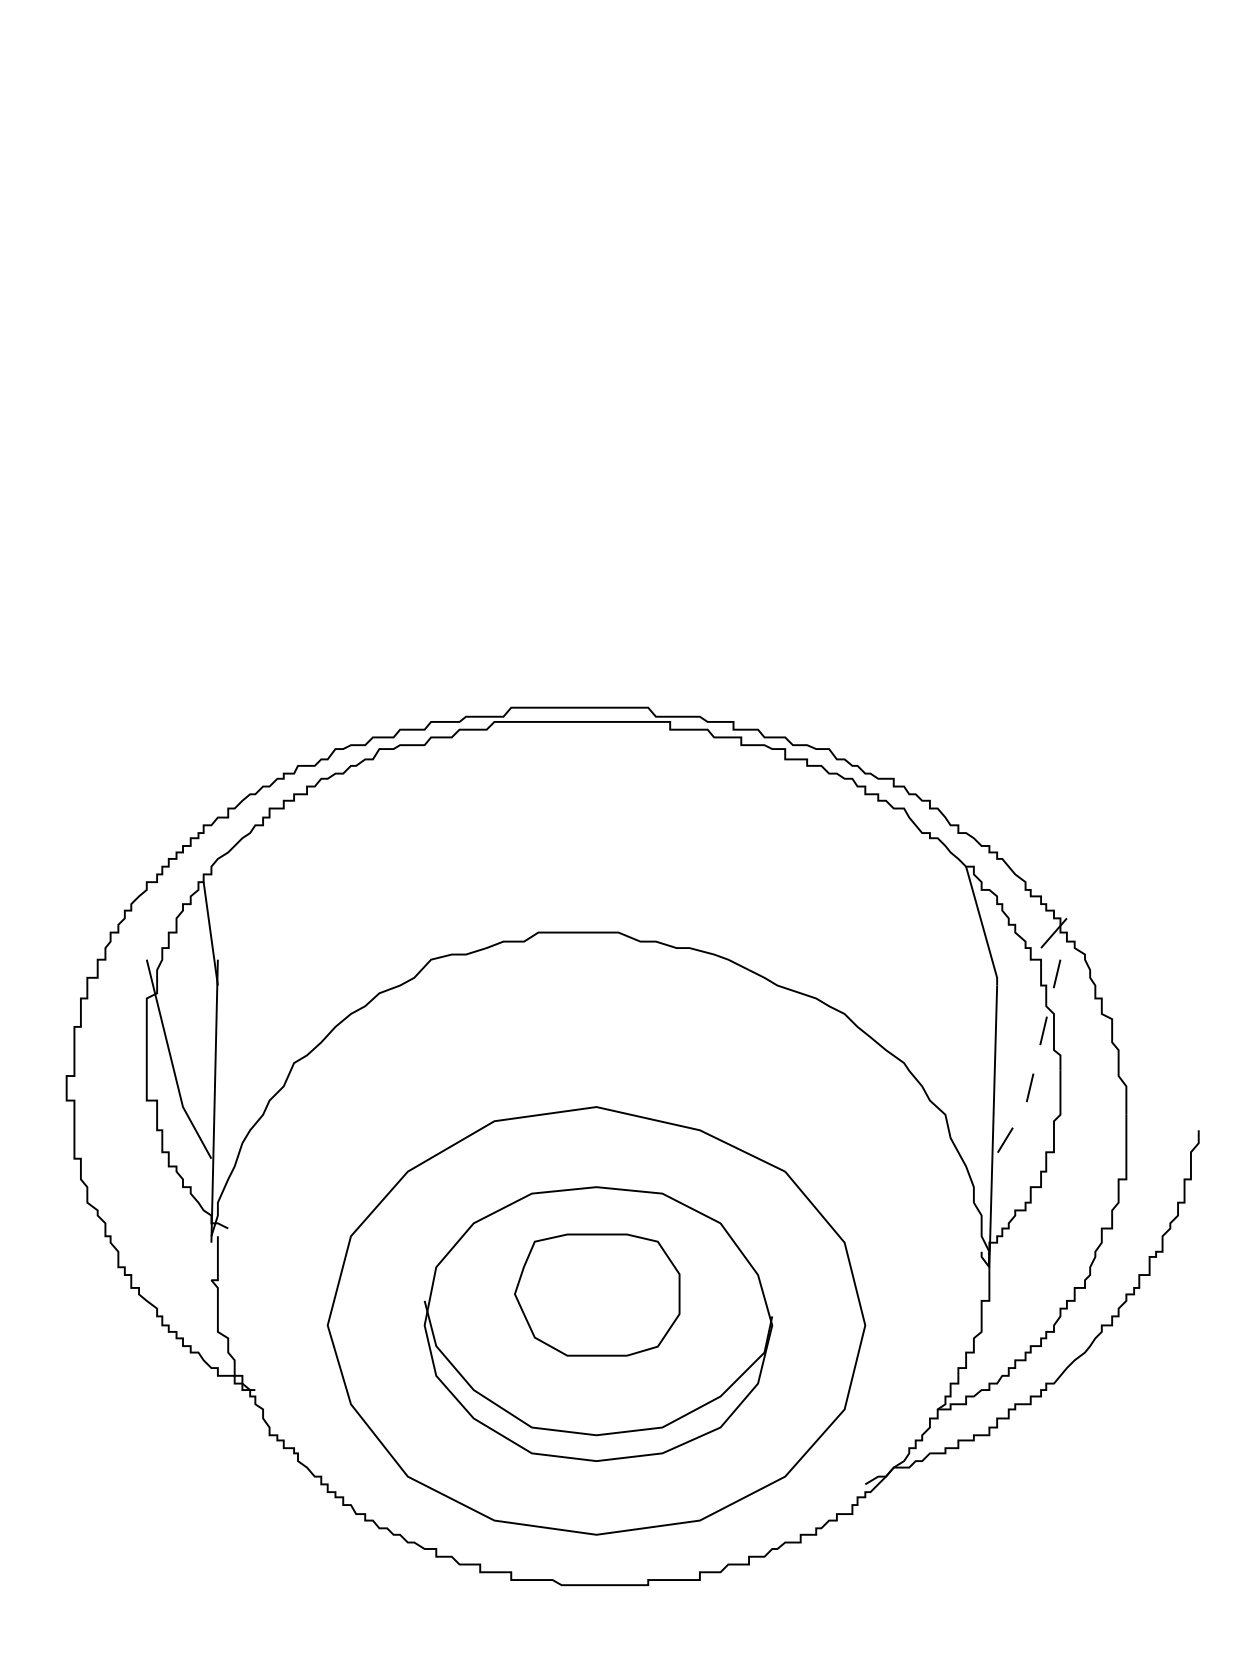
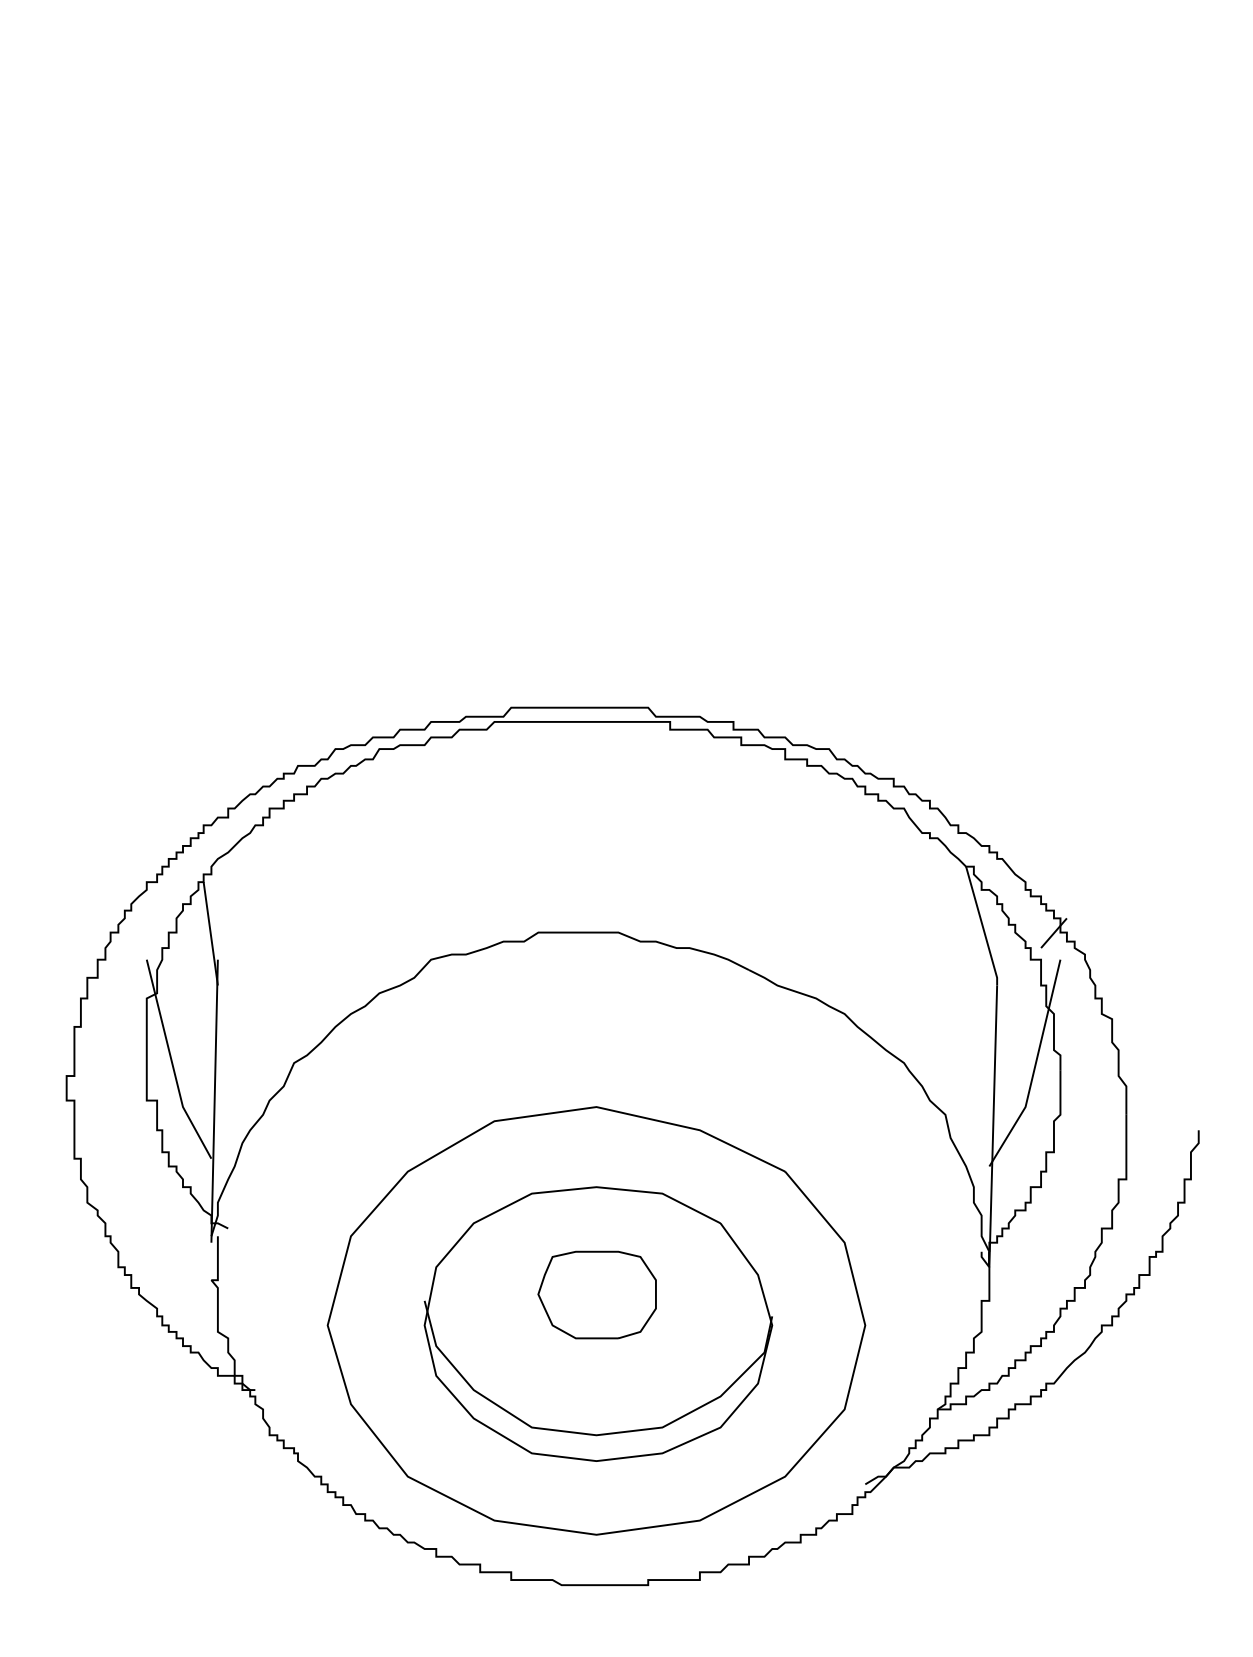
line at (1034, 1068): dashed -> solid
part at (597, 1294) size: 167x124 px -> 120x90 px
